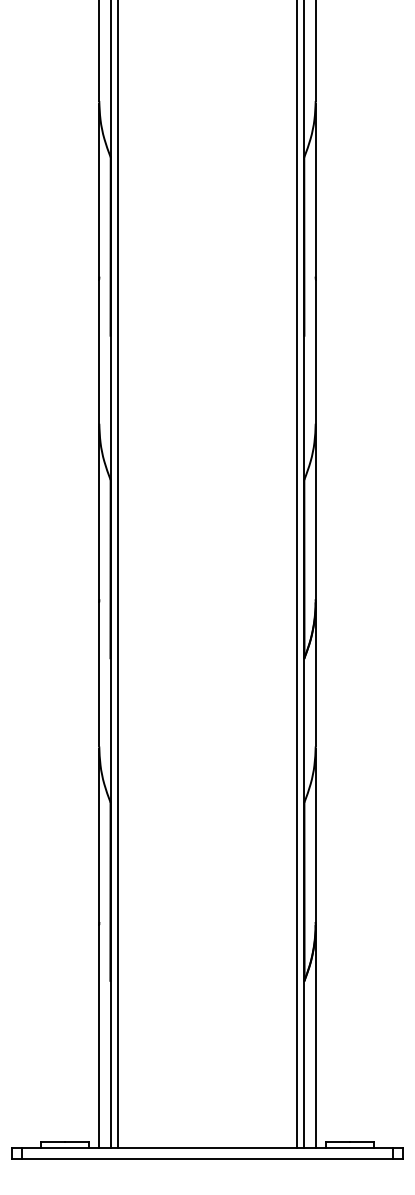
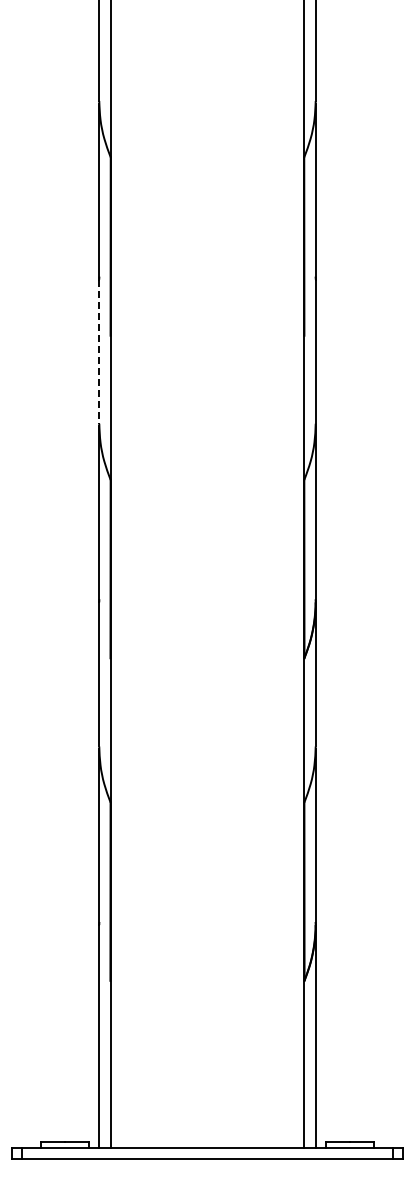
line at (99, 352): solid -> dashed
line at (117, 574): present -> none
line at (297, 574): present -> none
